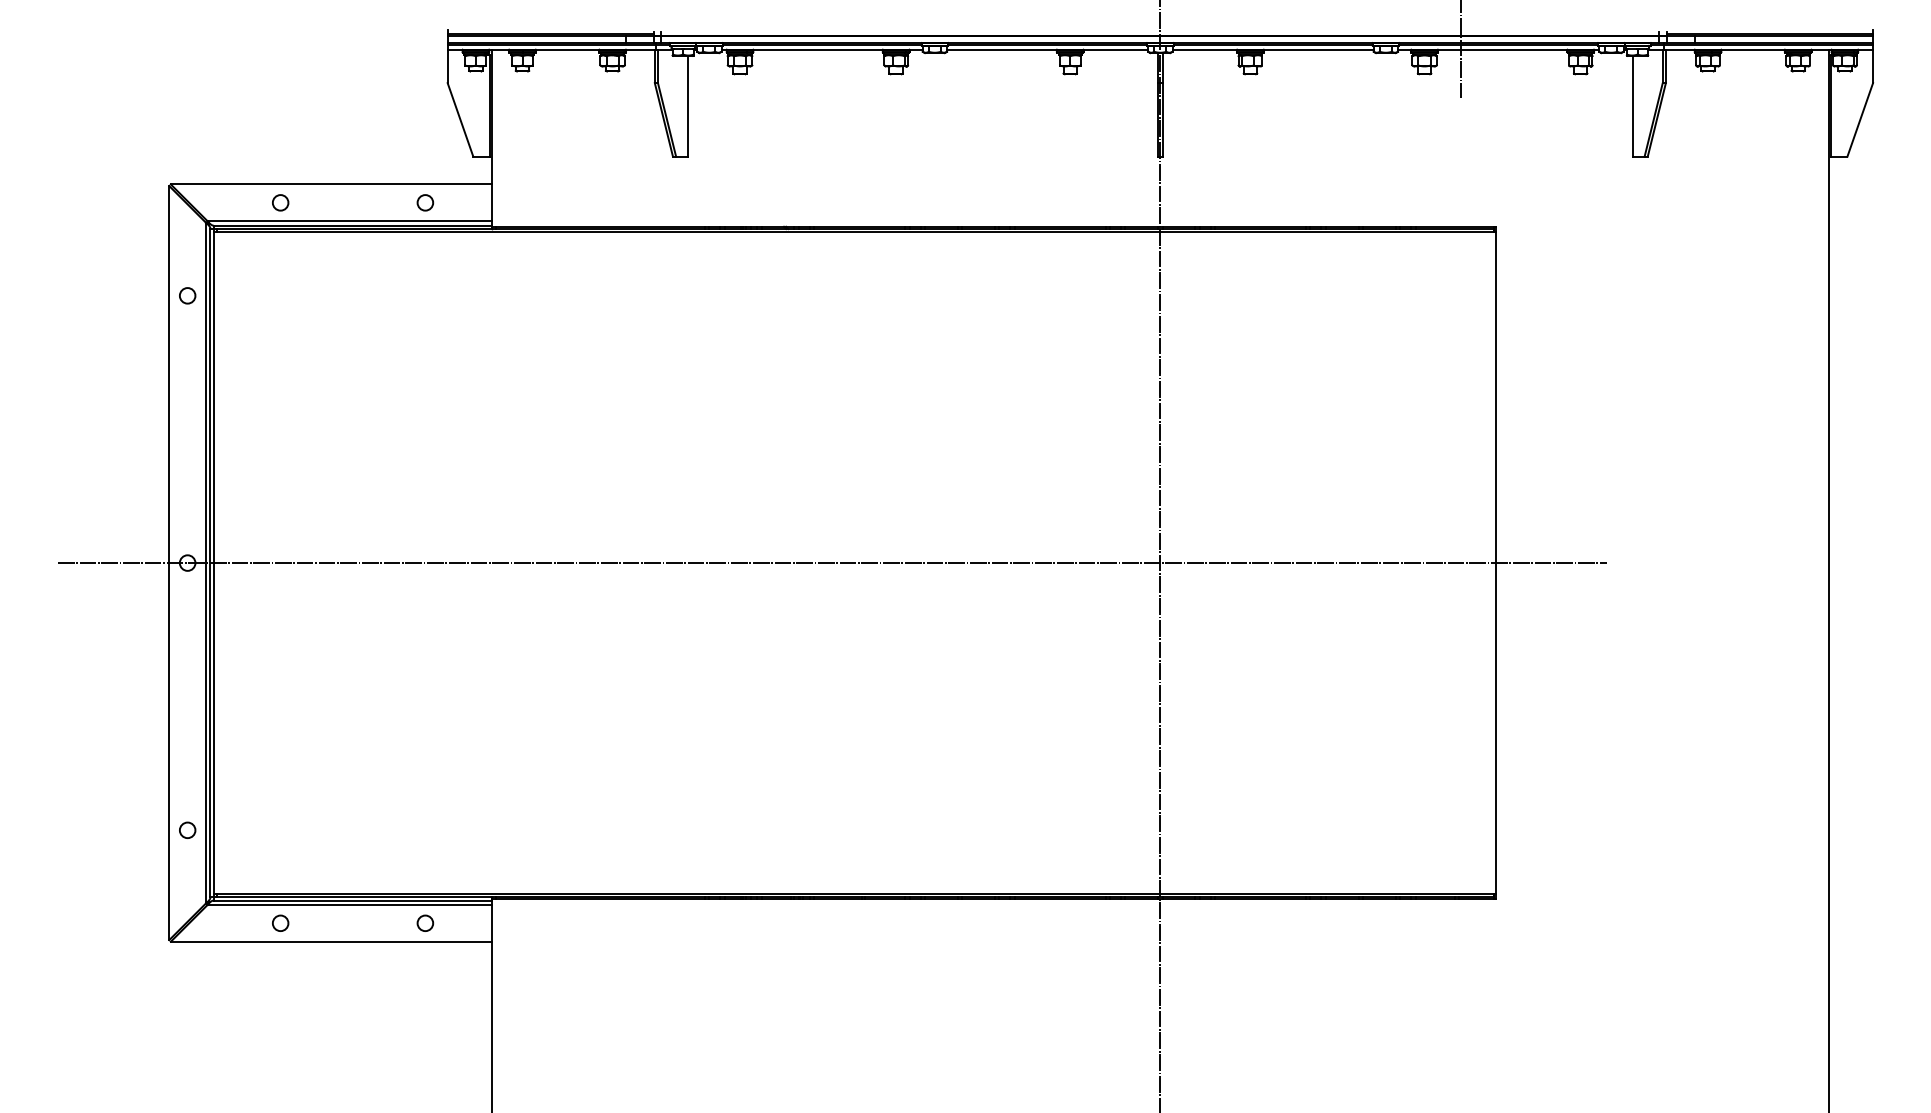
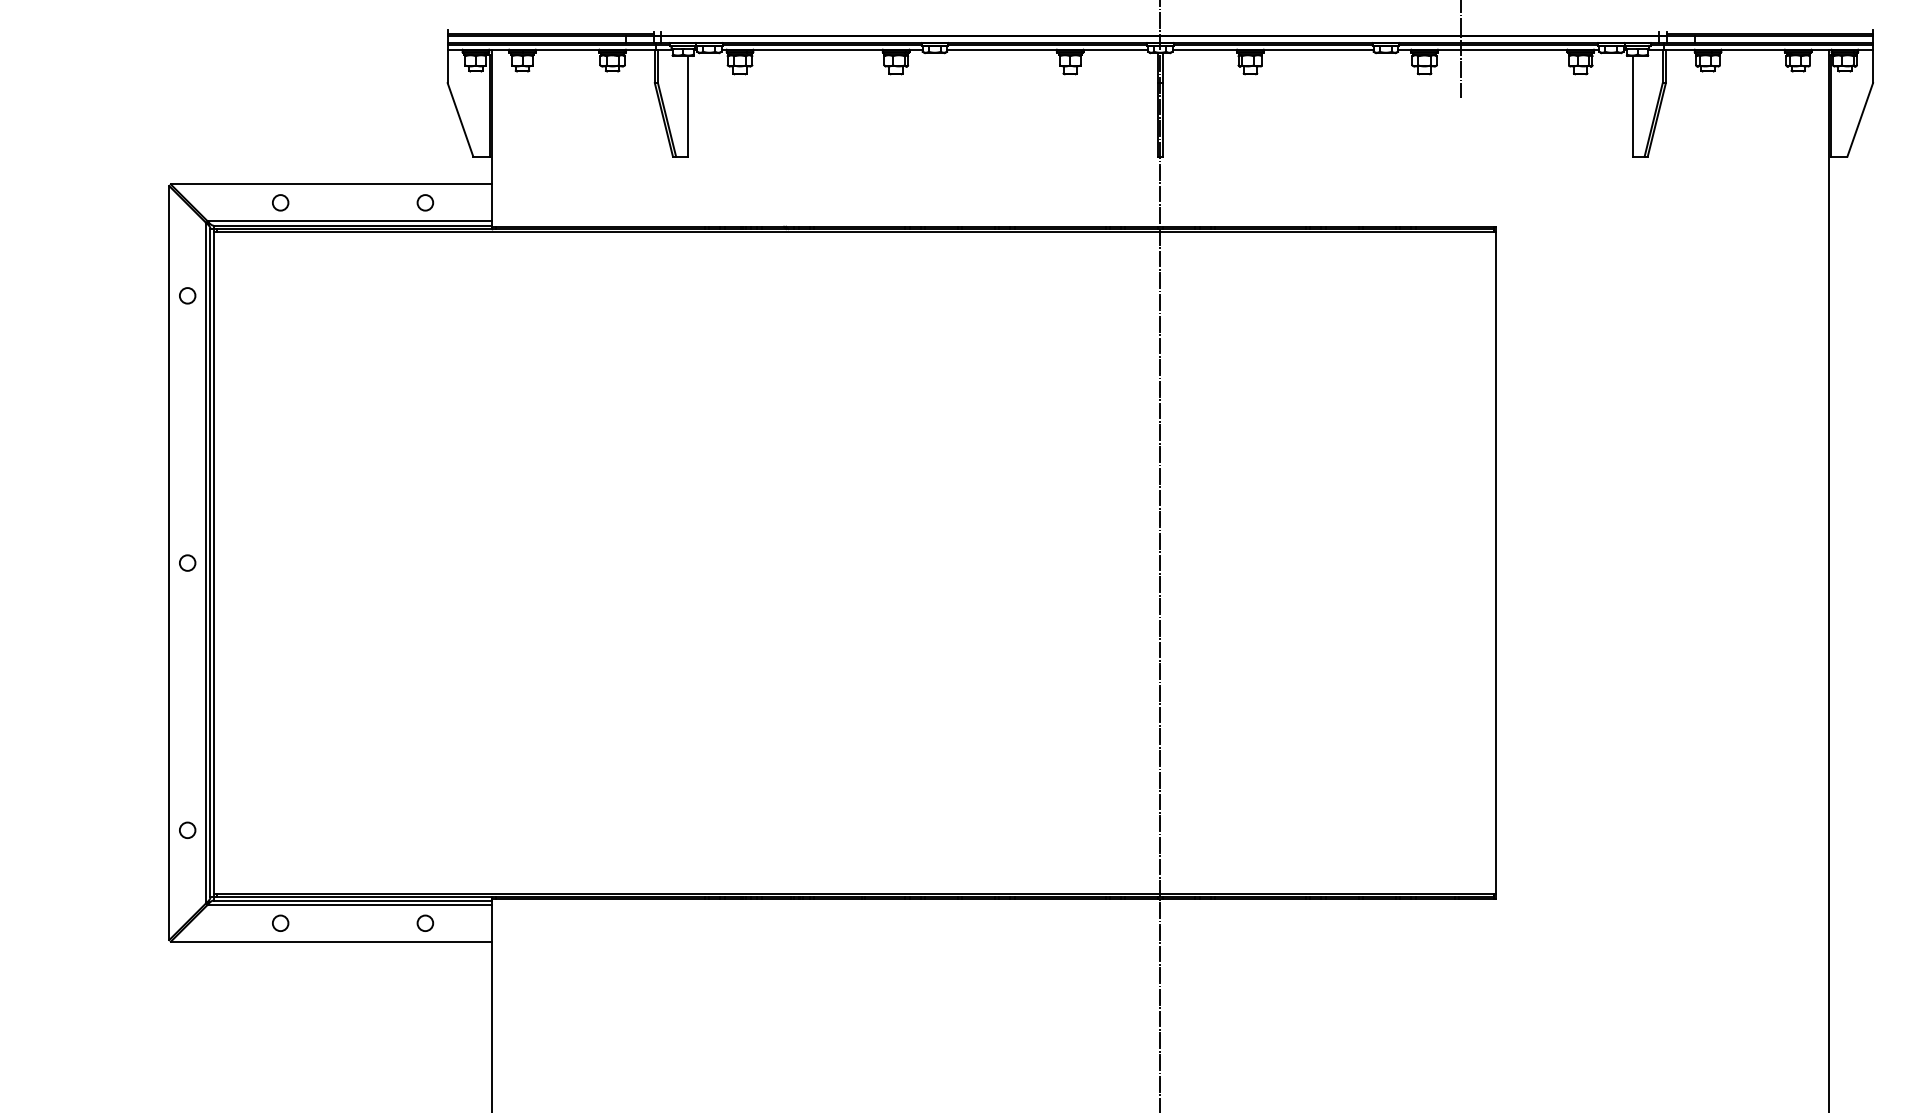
line at (832, 563): present -> none
